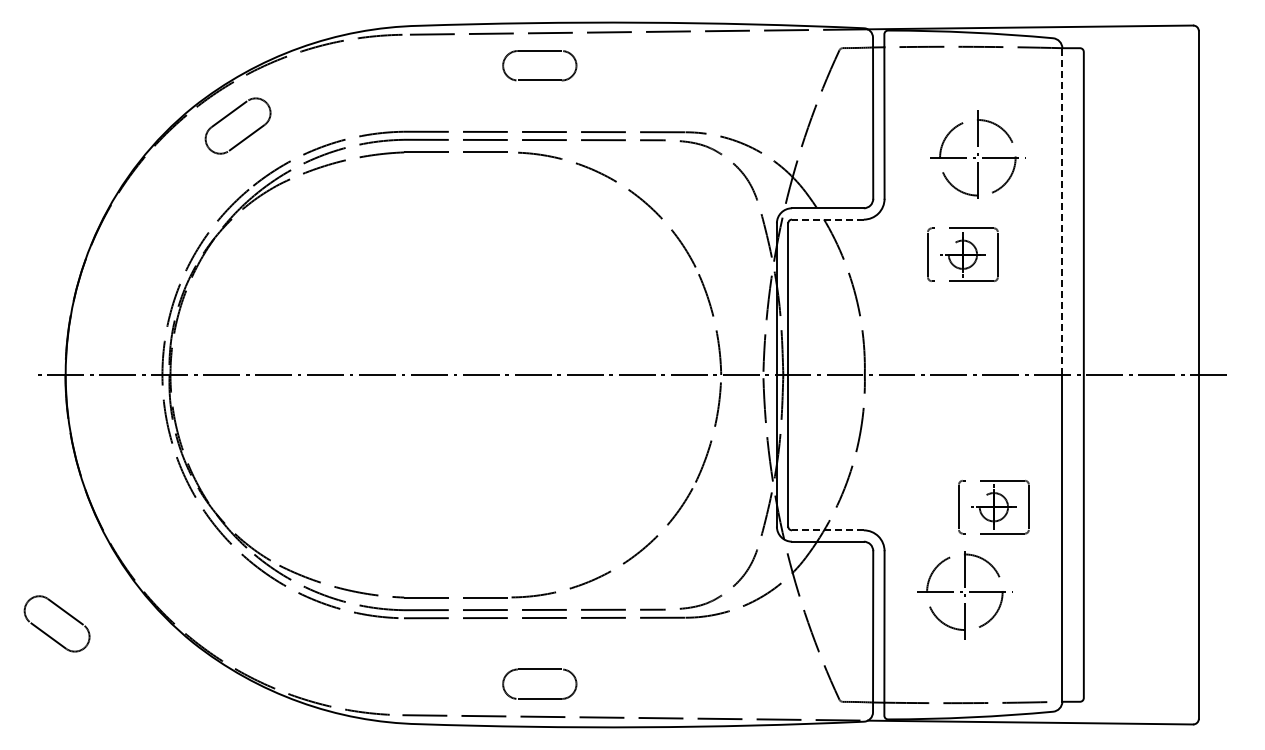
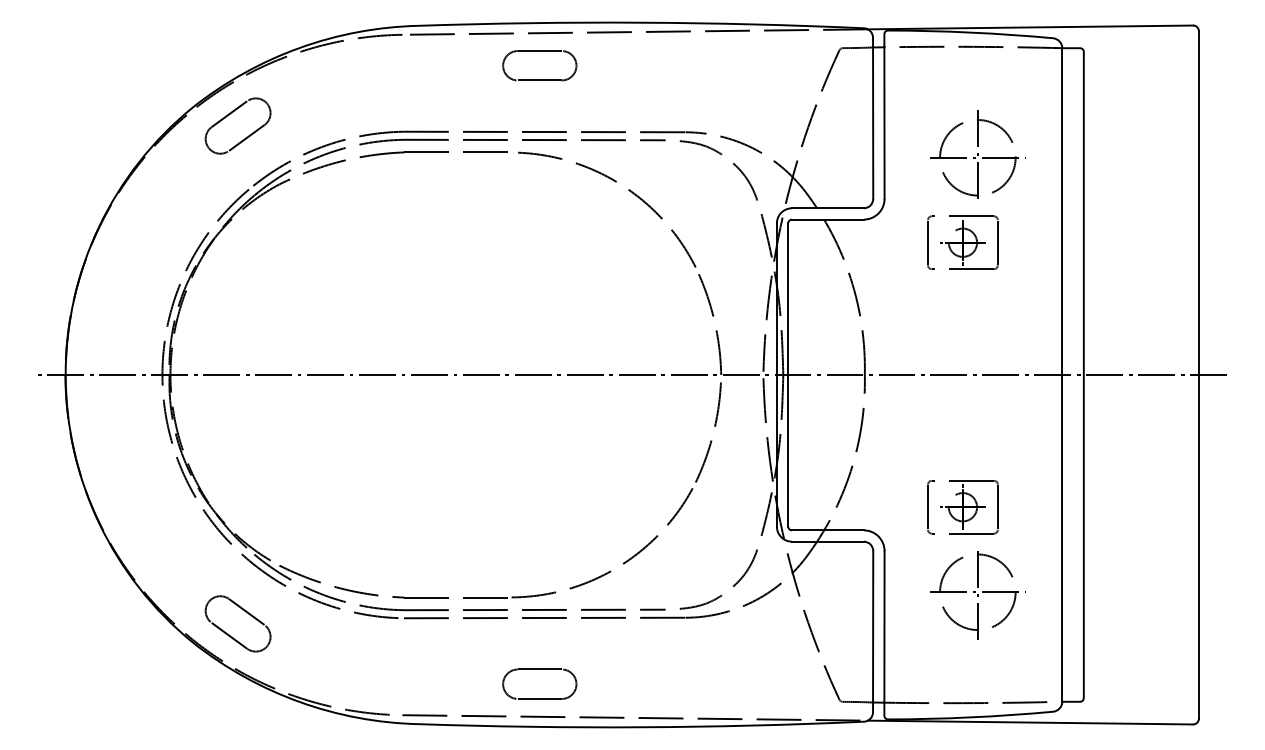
line at (1062, 211): dashed -> solid
line at (827, 219): dashed -> solid
part at (962, 254) position: (962, 254) -> (962, 242)
part at (993, 507) position: (993, 507) -> (962, 507)
line at (827, 530): dashed -> solid
part at (964, 595) position: (964, 595) -> (977, 595)
part at (56, 623) position: (56, 623) -> (237, 623)
